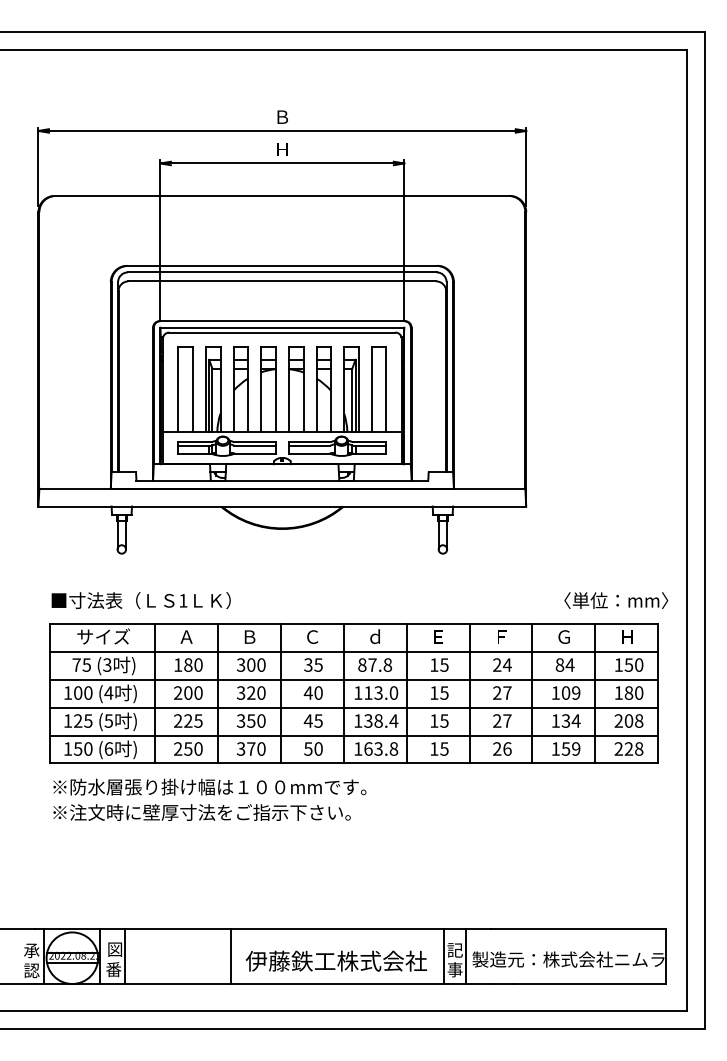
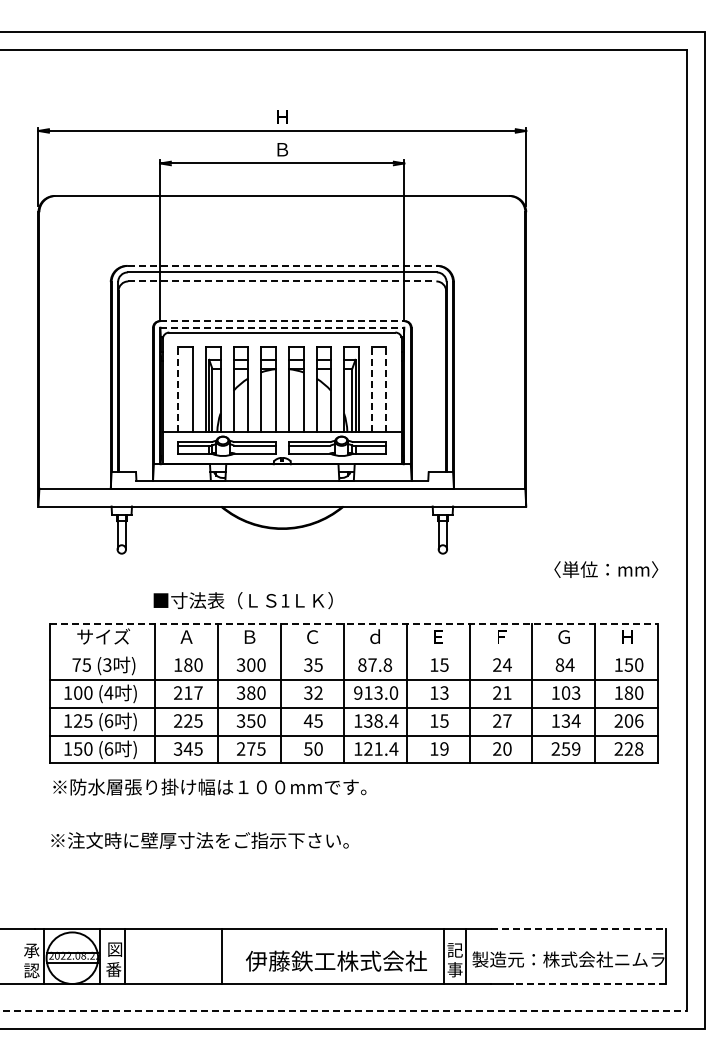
text at (282, 116): Ｂ -> Ｈ
text at (282, 149): Ｈ -> Ｂ
line at (282, 265): solid -> dashed
line at (282, 281): solid -> dashed
line at (282, 321): solid -> dashed
line at (282, 327): solid -> dashed
line at (178, 388): solid -> dashed
line at (371, 388): solid -> dashed
line at (386, 388): solid -> dashed
text at (140, 600) position: (140, 600) -> (242, 600)
text at (616, 600) position: (616, 600) -> (606, 569)
line at (354, 623): solid -> dashed
line at (353, 651): present -> none
text at (193, 692): 200 -> 217
text at (251, 692): 320 -> 380
text at (312, 692): 40 -> 32
text at (358, 692): 113.0 -> 913.0
text at (444, 692): 15 -> 13
text at (507, 692): 27 -> 21
text at (576, 692): 109 -> 103
text at (108, 720): (5 -> (6
text at (639, 720): 208 -> 206
text at (188, 748): 250 -> 345
text at (251, 748): 370 -> 275
text at (381, 748): 163.8 -> 121.4
text at (444, 748): 15 -> 19
text at (507, 748): 26 -> 20
text at (555, 748): 159 -> 259
text at (201, 812) position: (201, 812) -> (199, 840)
line at (578, 928): solid -> dashed
line at (230, 955) position: (230, 955) -> (221, 955)
line at (589, 983): solid -> dashed
line at (344, 1011): solid -> dashed
